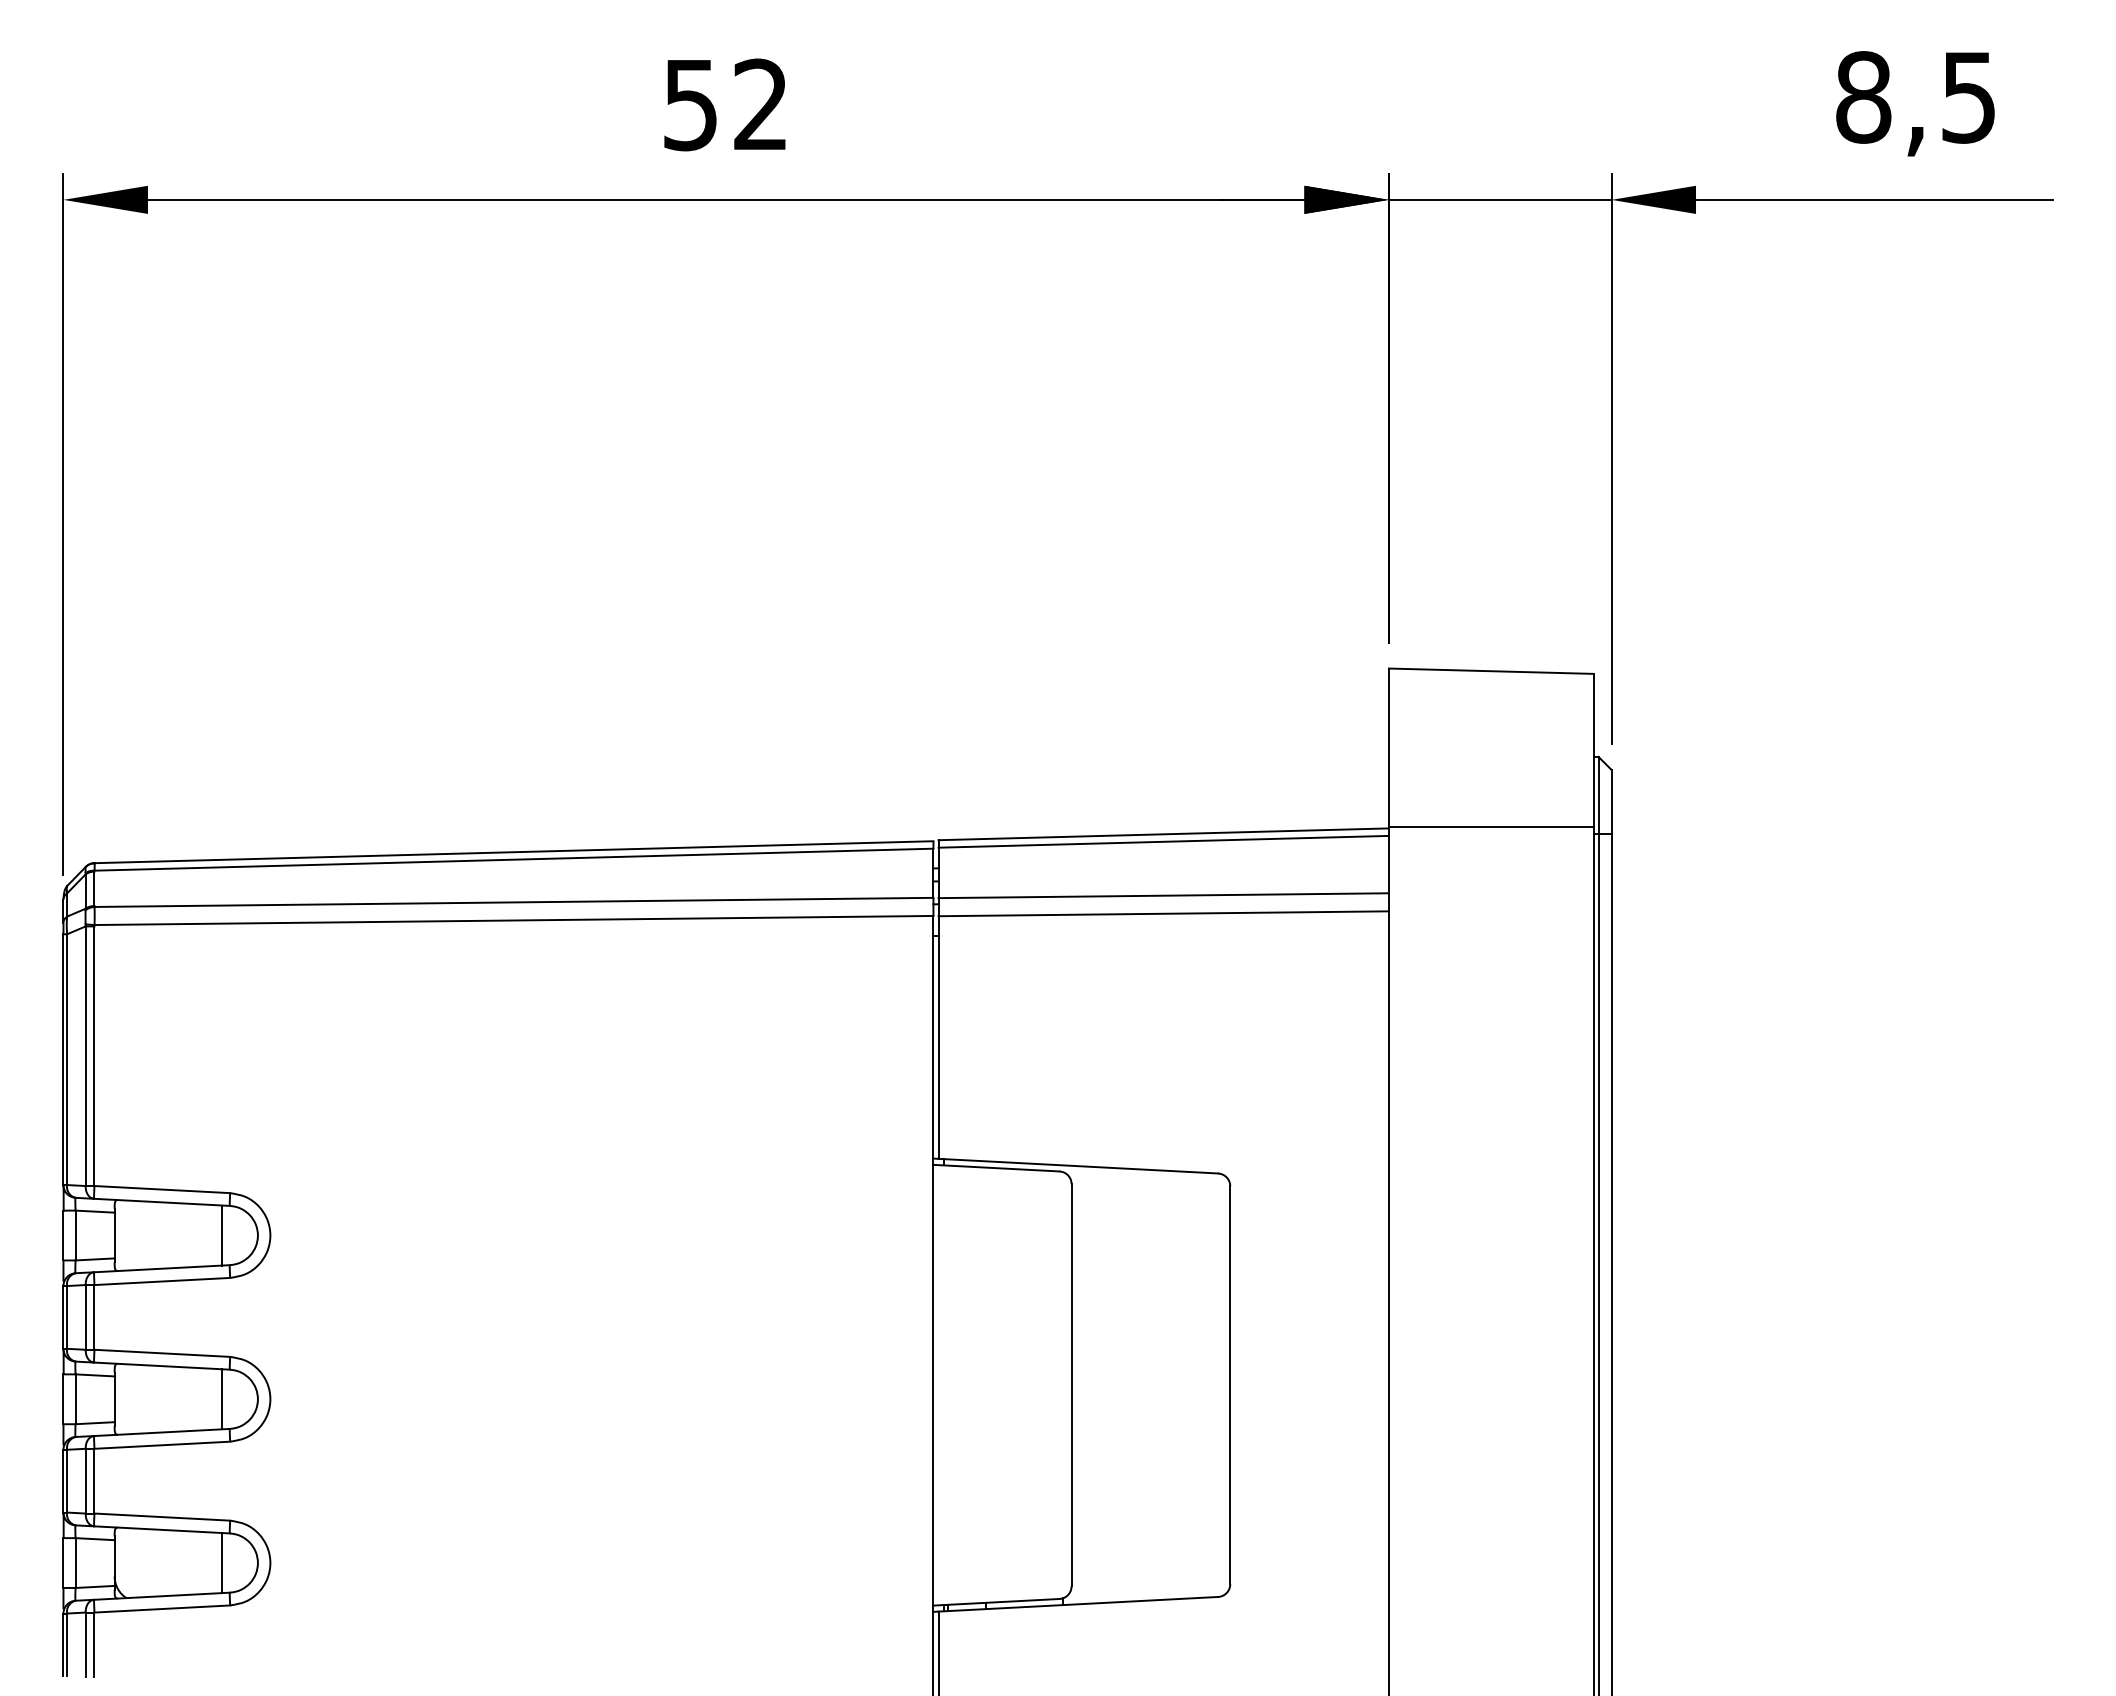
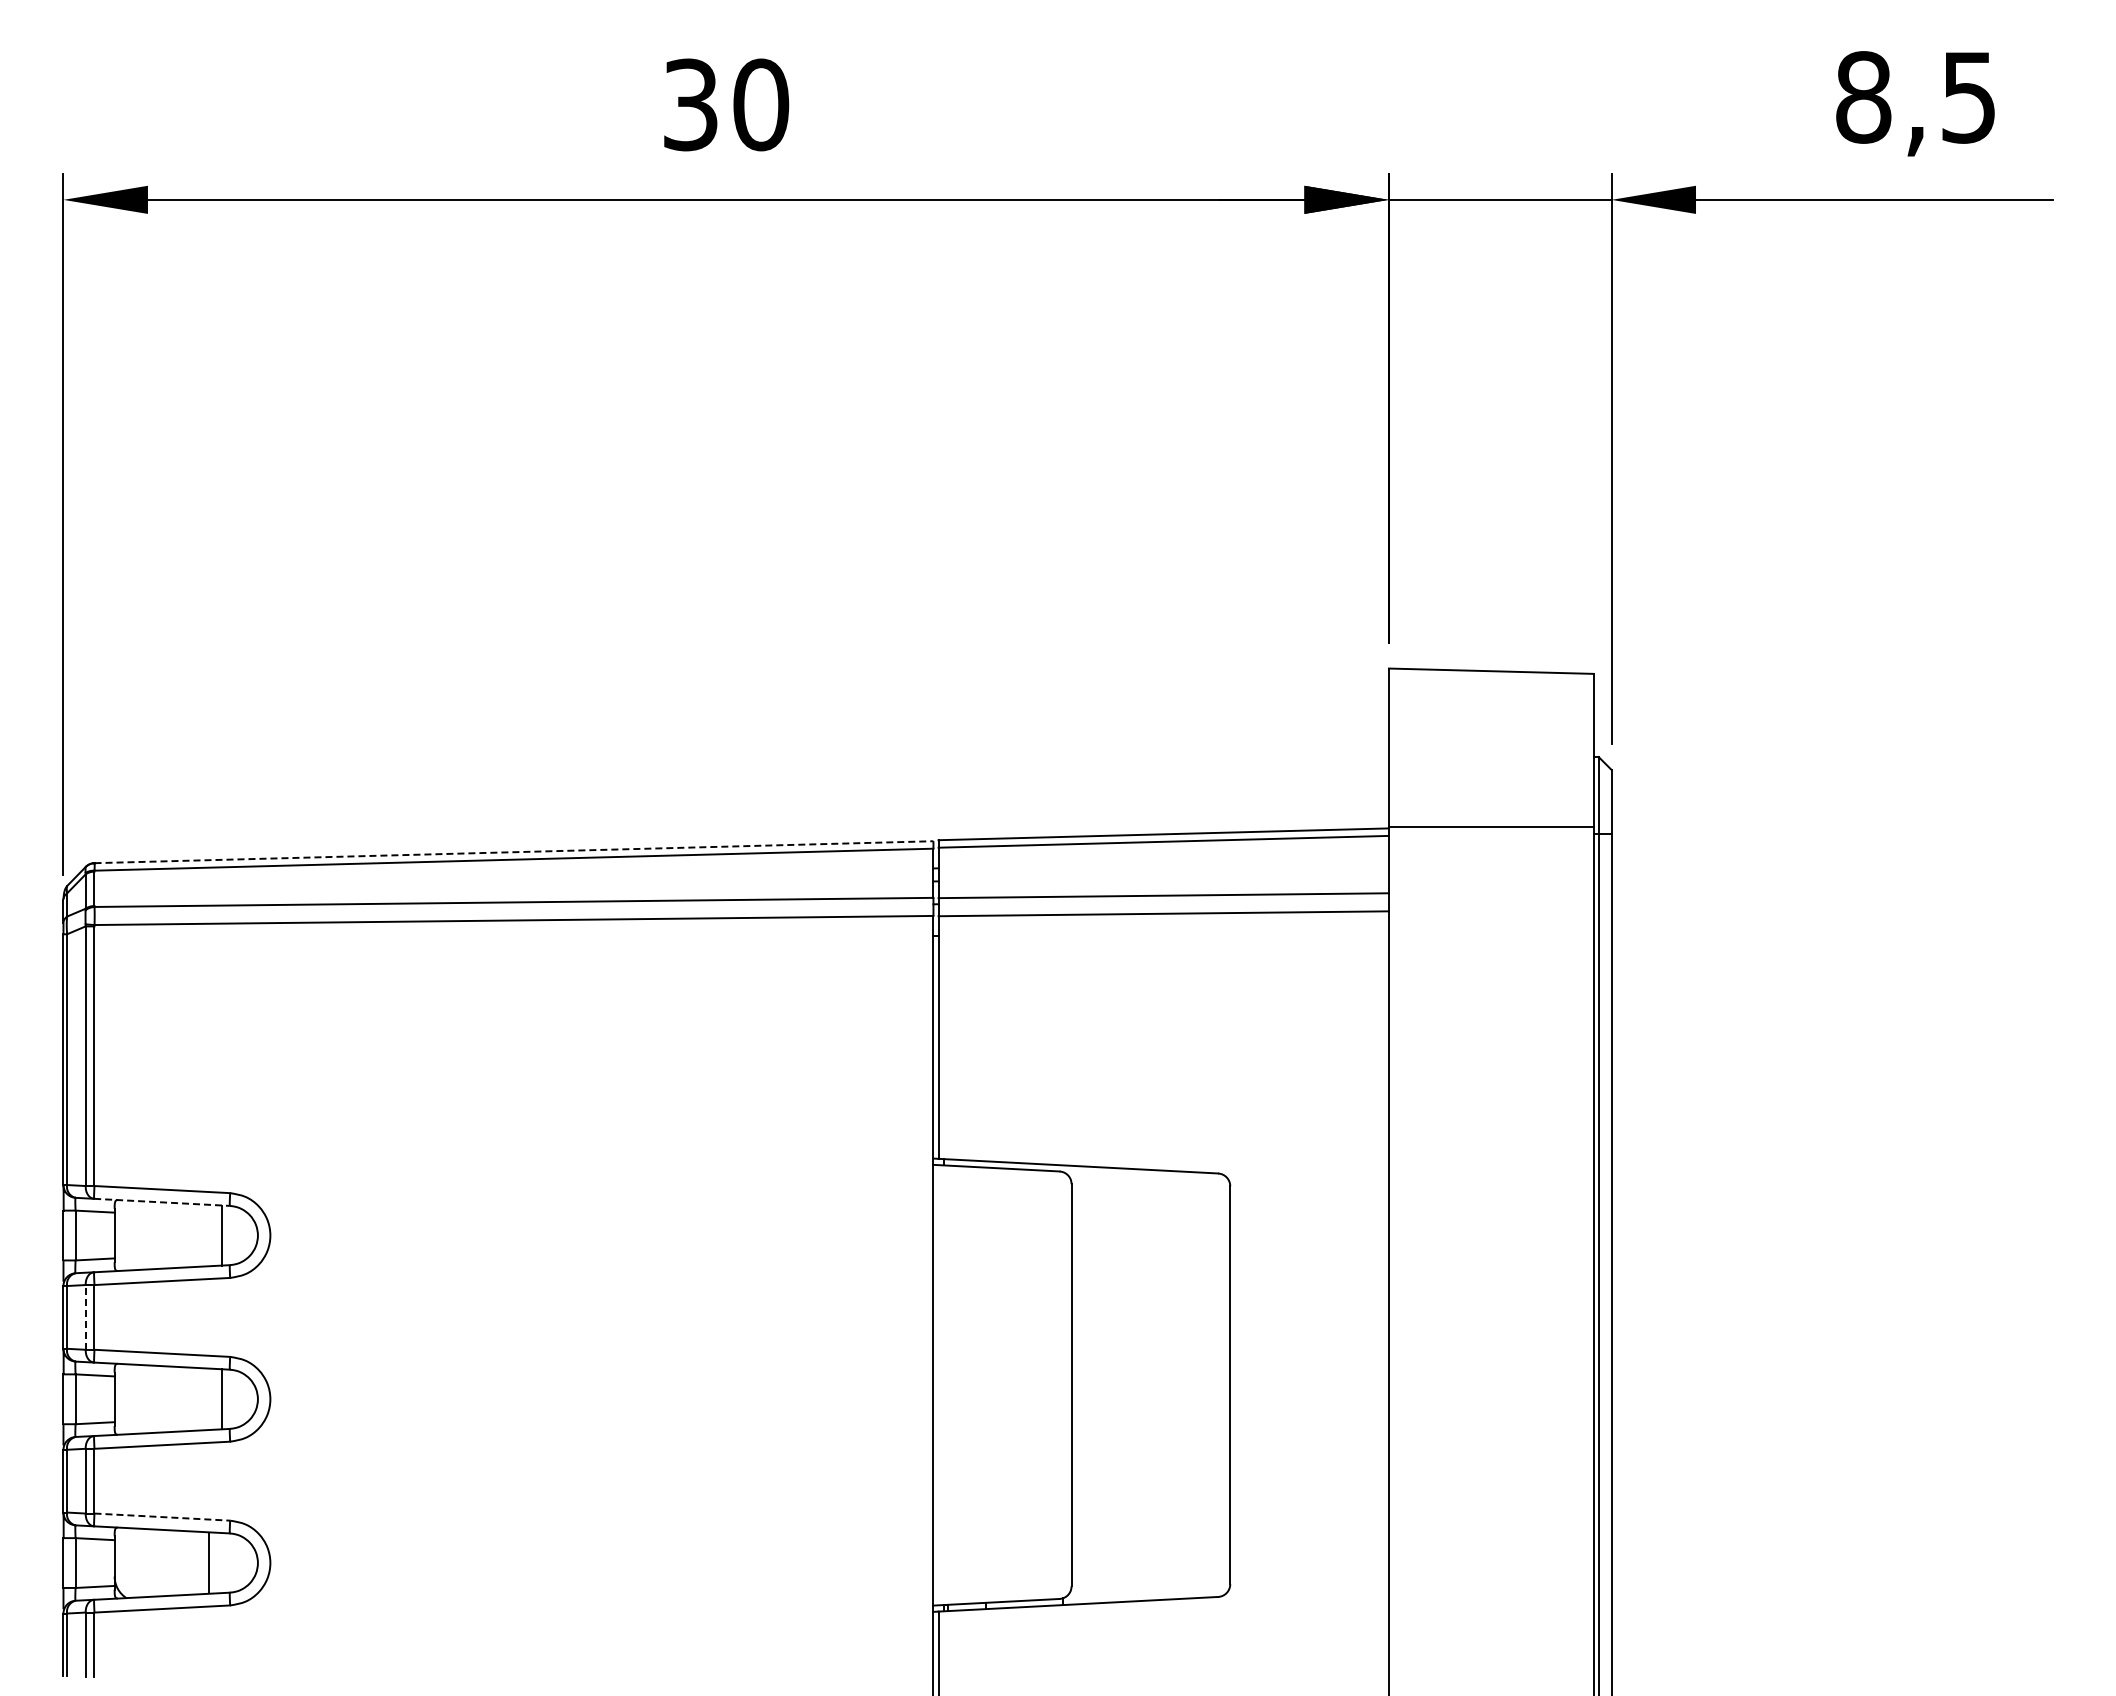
text at (726, 104): 52 -> 30
line at (513, 852): solid -> dashed
line at (161, 1202): solid -> dashed
line at (85, 1316): solid -> dashed
line at (162, 1517): solid -> dashed
line at (222, 1563) position: (222, 1563) -> (209, 1563)
